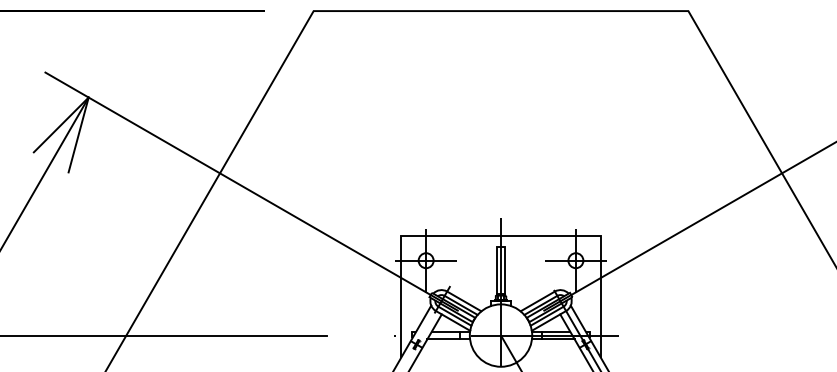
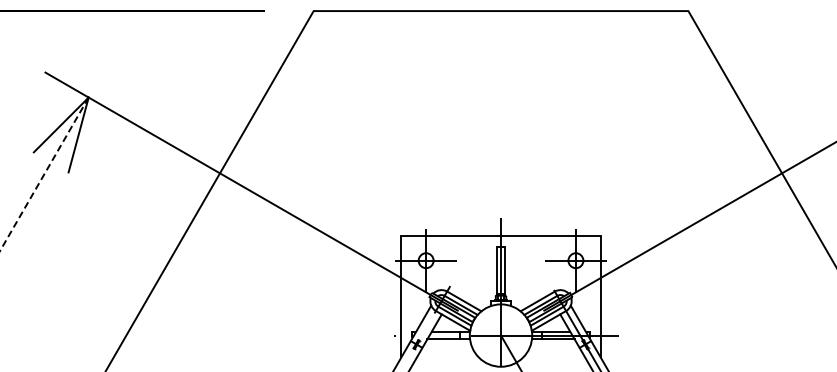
line at (44, 174): solid -> dashed
line at (164, 335): present -> none
